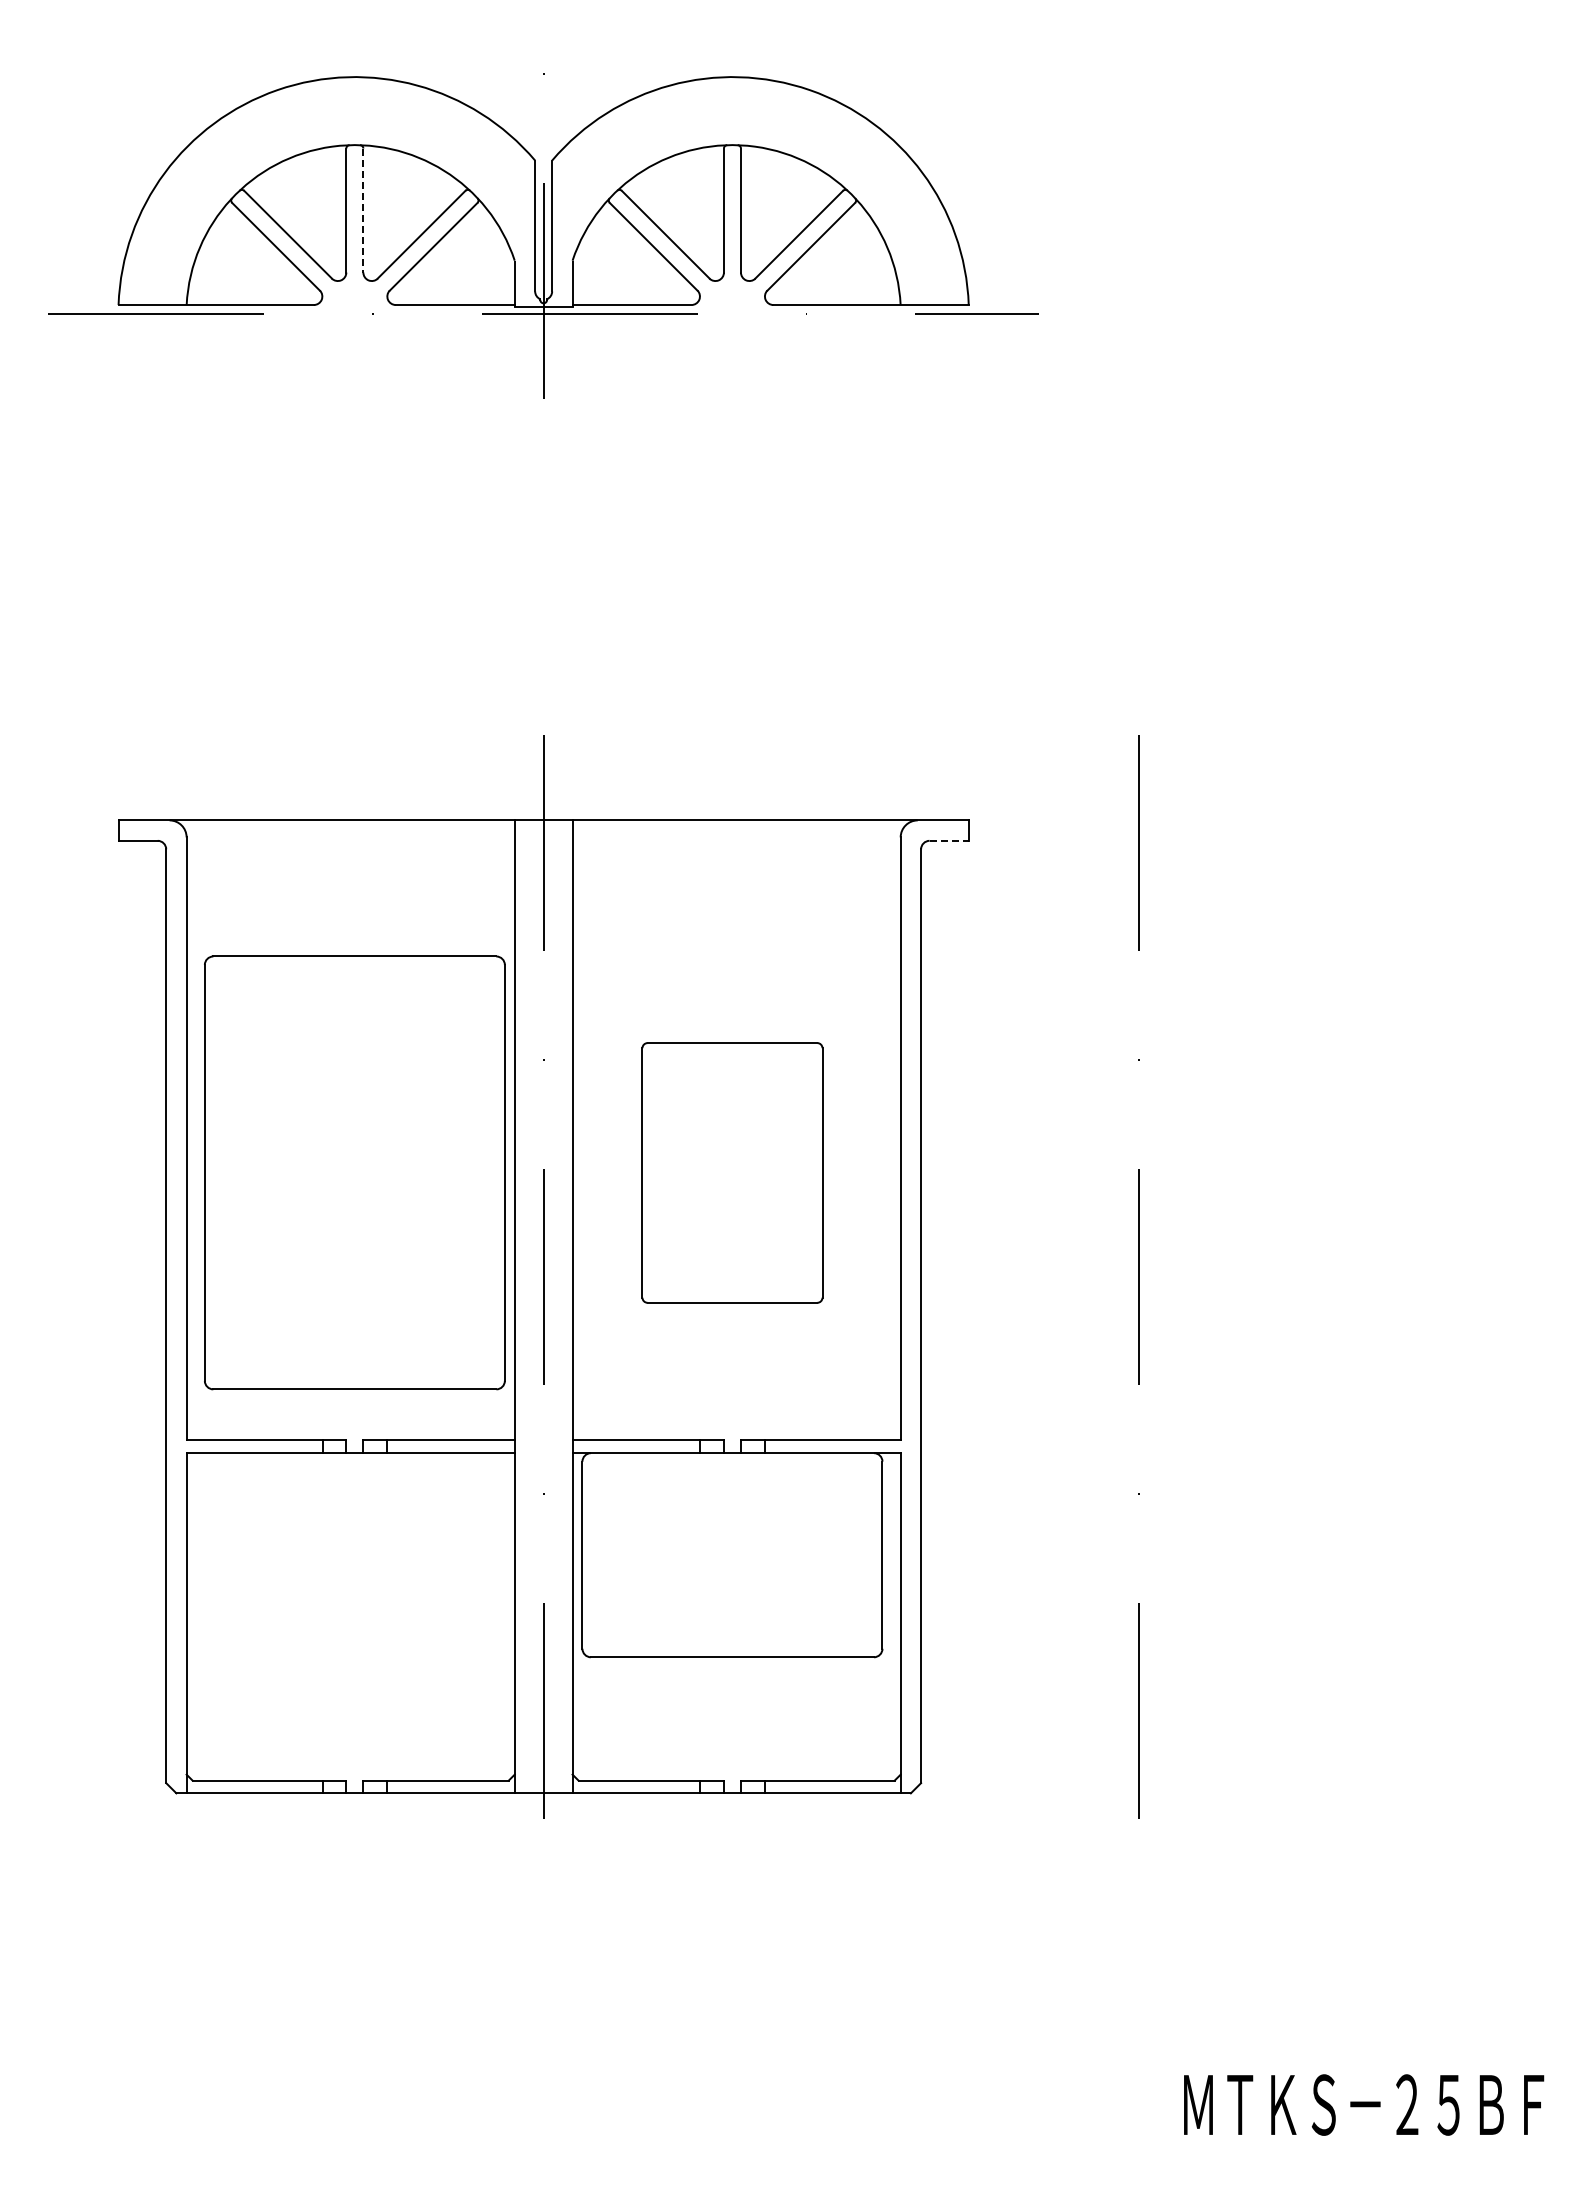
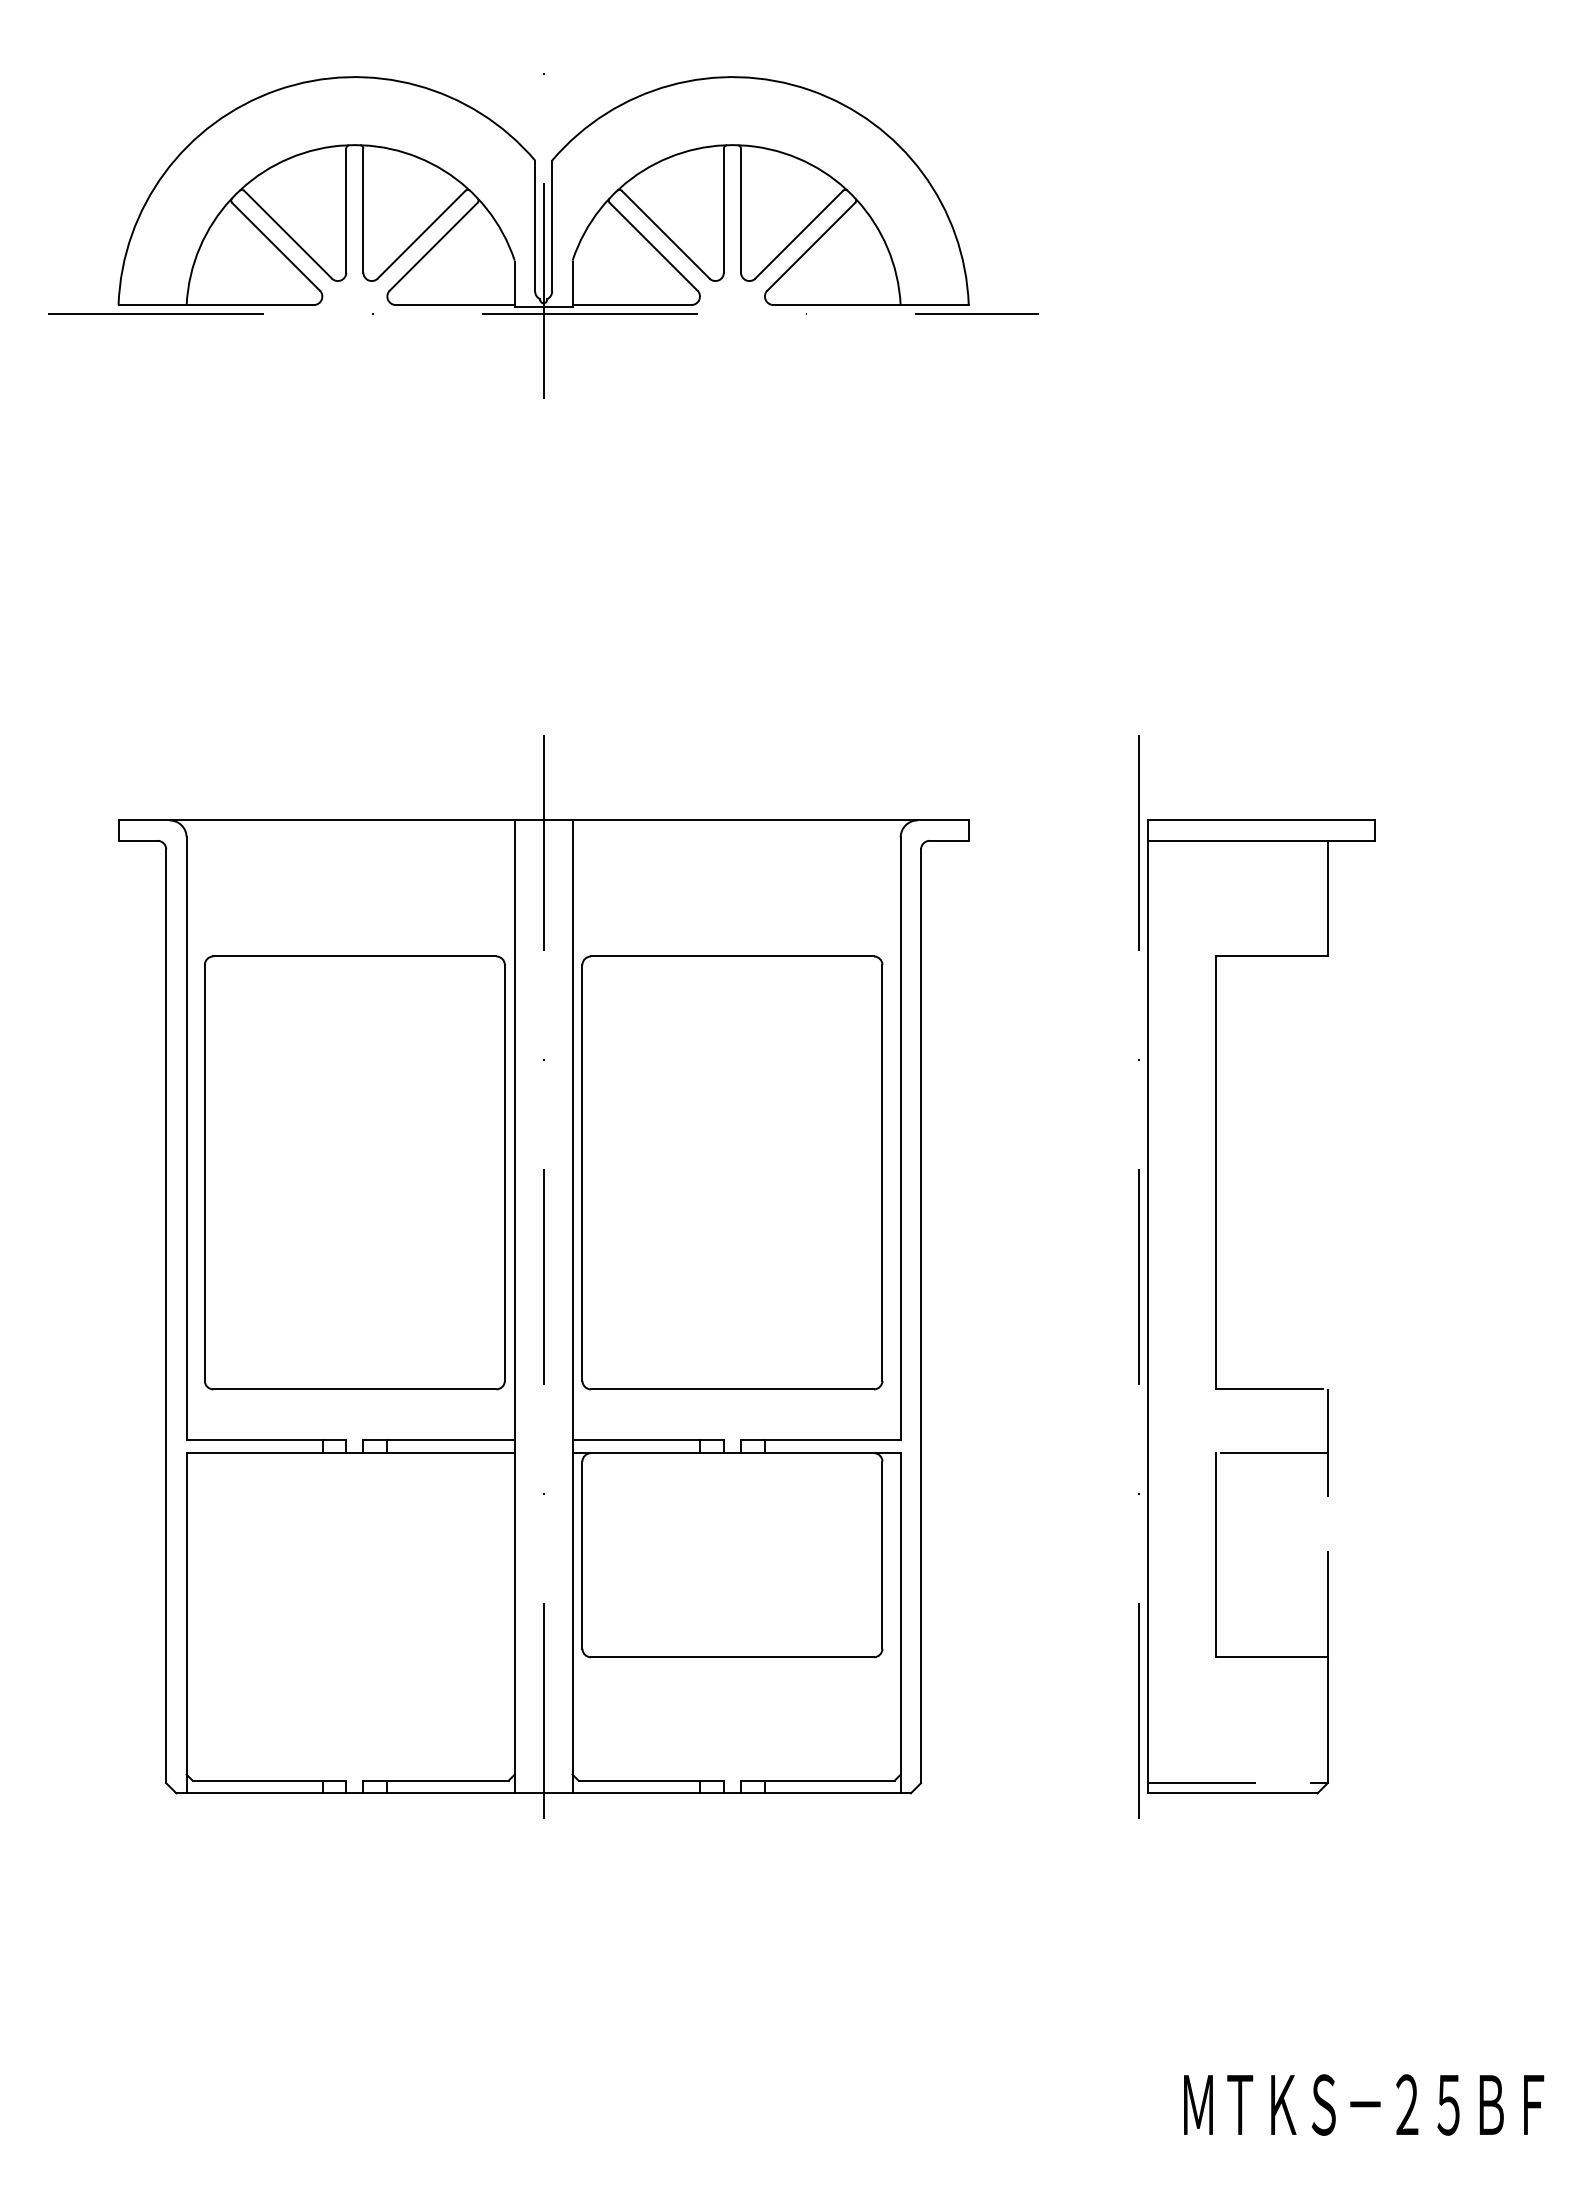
line at (363, 210): dashed -> solid
line at (949, 840): dashed -> solid
part at (732, 1172) size: 183x262 px -> 303x436 px
part at (1216, 1306): none -> present
